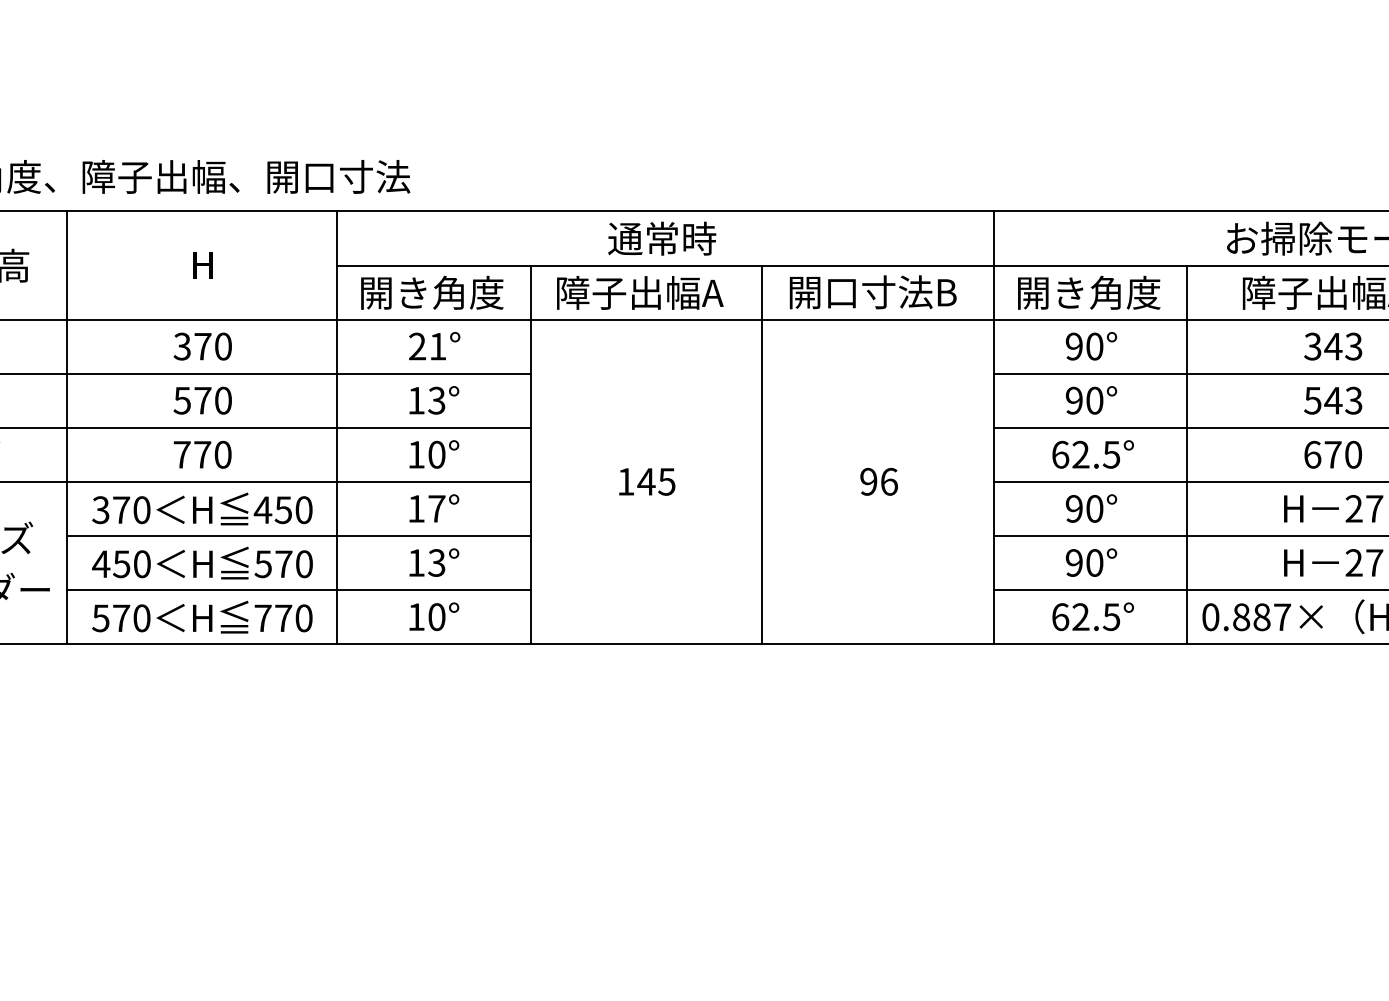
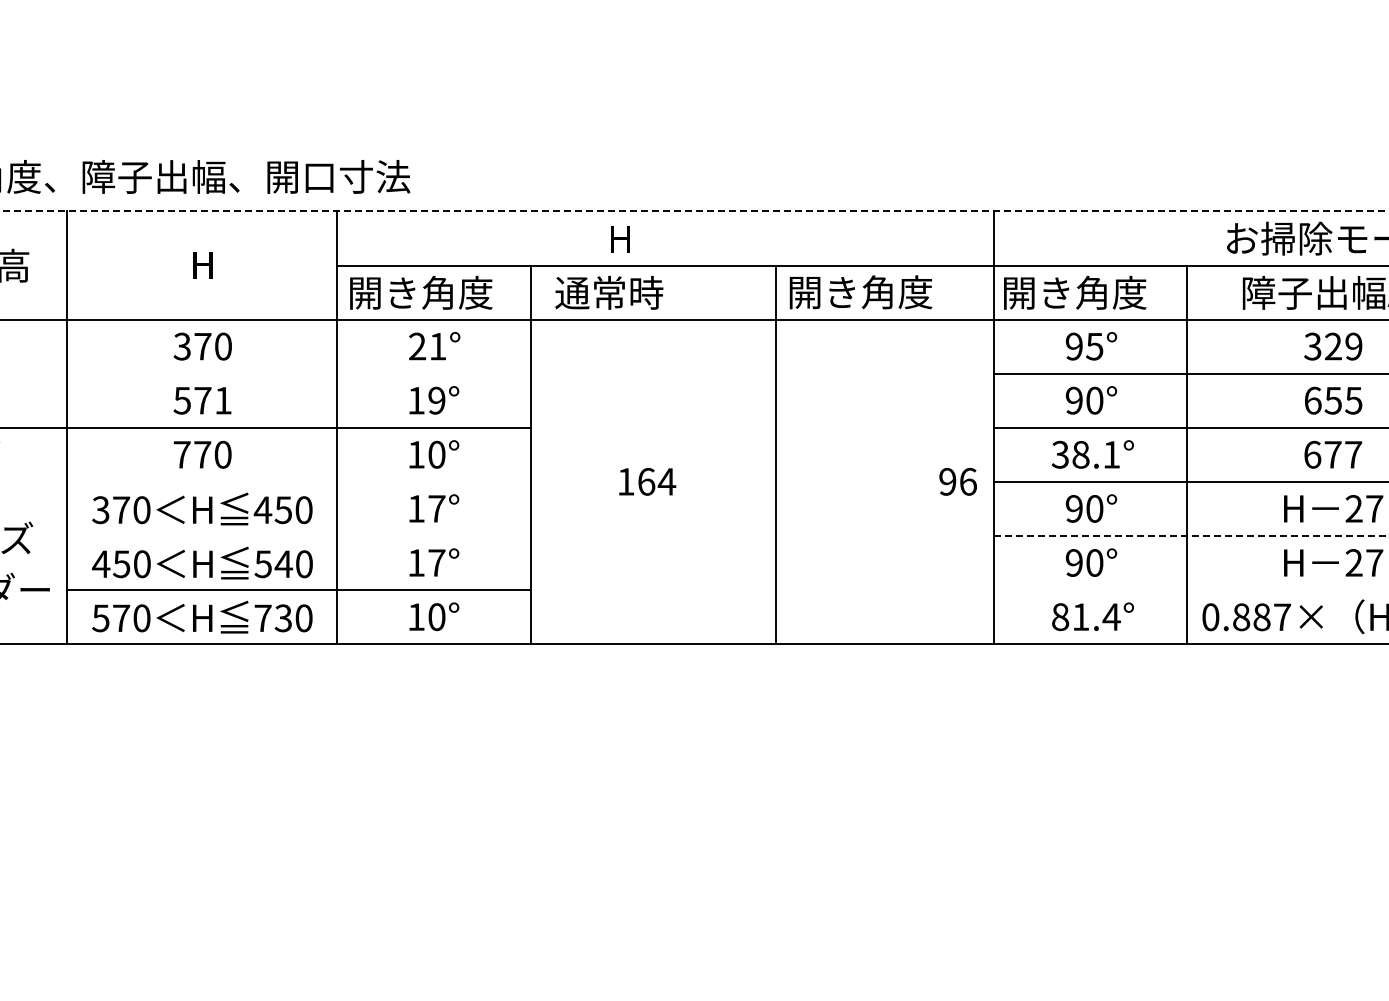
line at (694, 211): solid -> dashed
text at (662, 238): 通常時 -> H
text at (432, 292) position: (432, 292) -> (421, 292)
text at (639, 292): 障子出幅A -> 通常時
text at (892, 292): 開口寸法B -> 開き角度
text at (1089, 292) position: (1089, 292) -> (1075, 292)
text at (1094, 346): 90° -> 95°
text at (1343, 346): 343 -> 329
line at (266, 373): present -> none
text at (223, 400): 570 -> 571
text at (436, 400): 13° -> 19°
text at (1333, 400): 543 -> 655
line at (762, 454) position: (762, 454) -> (776, 454)
text at (1085, 454): 62.5° -> 38.1°
text at (1353, 454): 670 -> 677
line at (266, 481): present -> none
text at (656, 481): 145 -> 164
text at (878, 481) position: (878, 481) -> (957, 481)
line at (298, 535): present -> none
line at (1191, 535): solid -> dashed
text at (436, 562): 13° -> 17°
text at (283, 563): 570 -> 540
line at (1189, 590): present -> none
text at (1086, 617): 62.5° -> 81.4°
text at (283, 618): 770 -> 730
